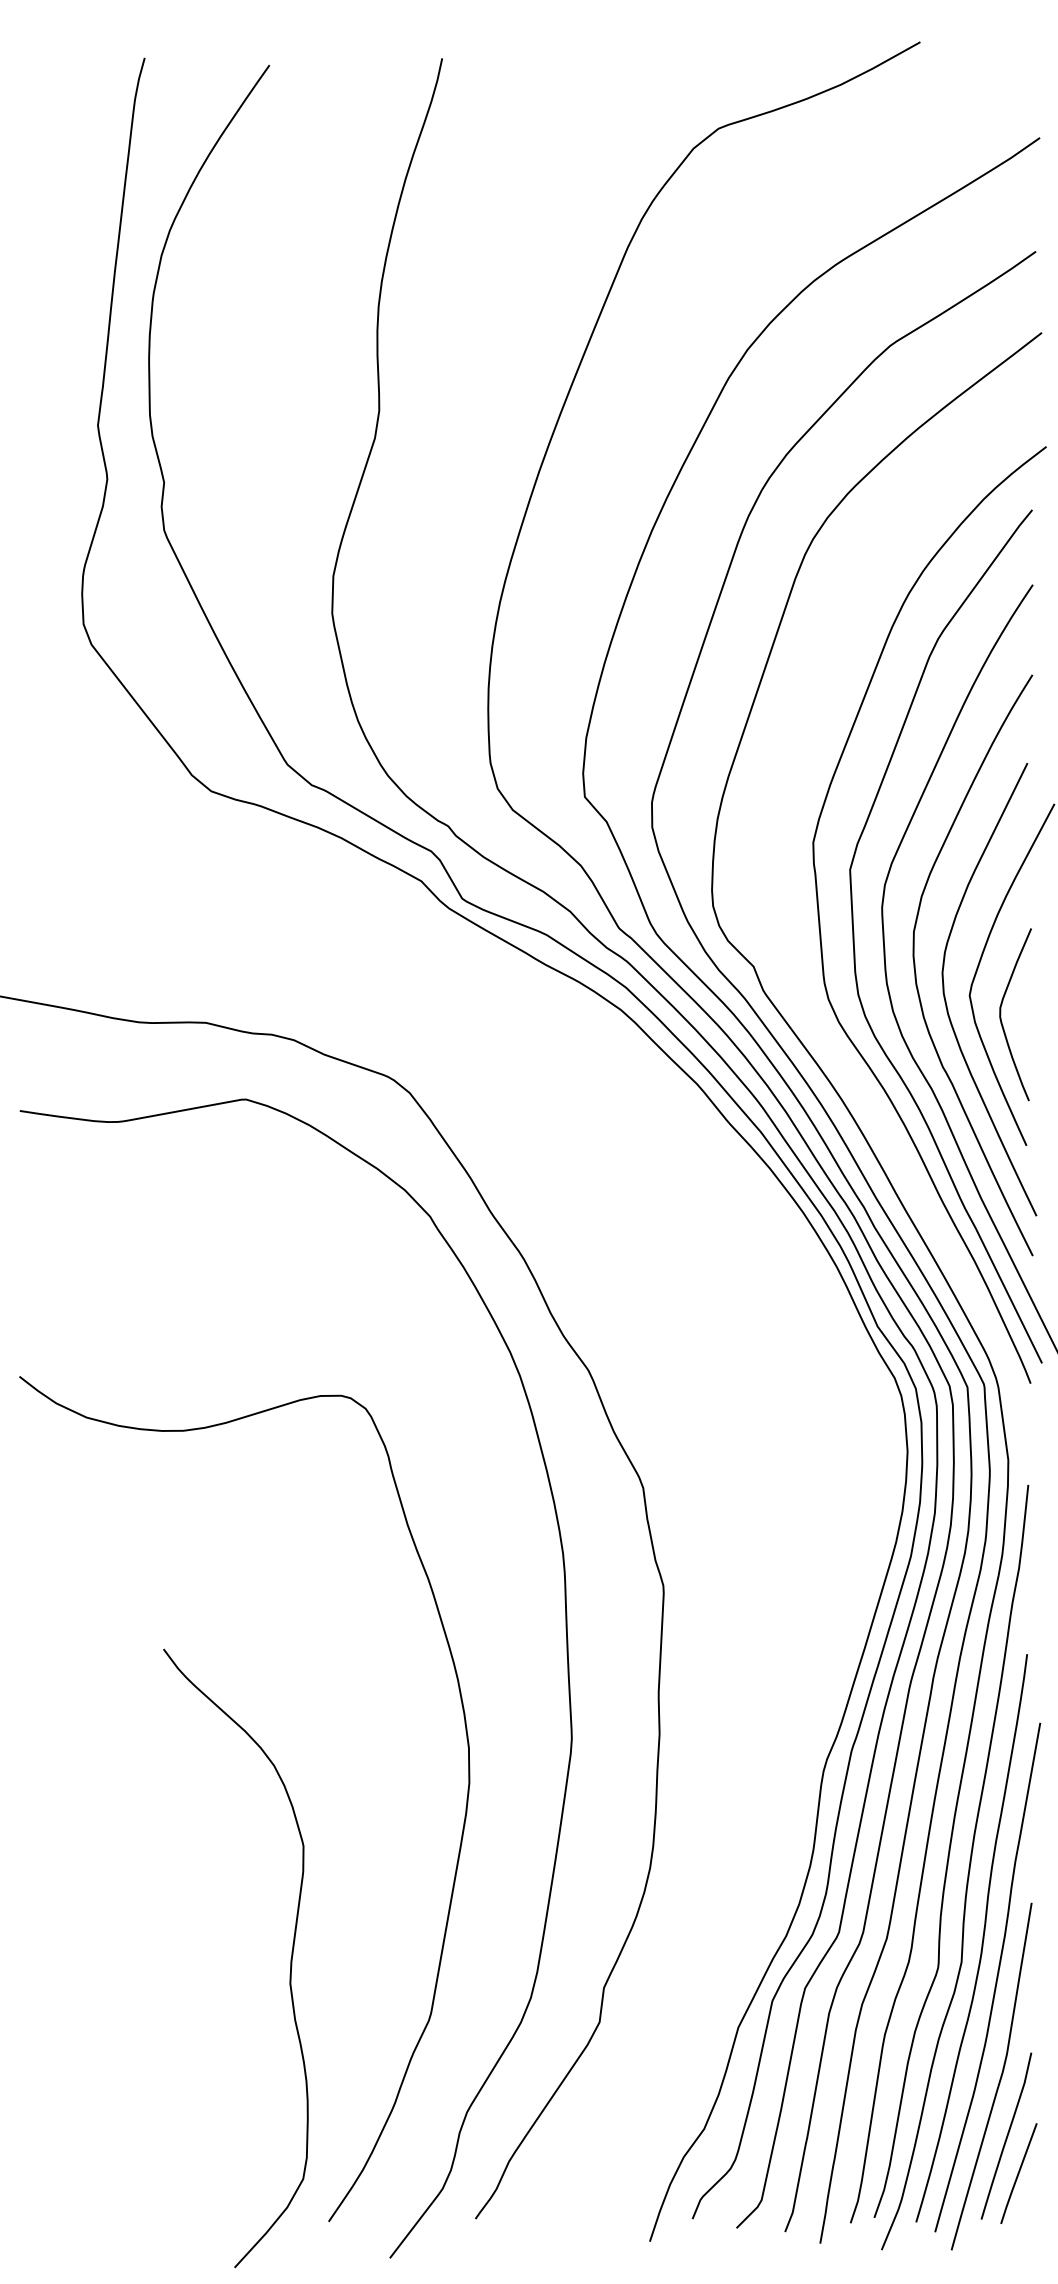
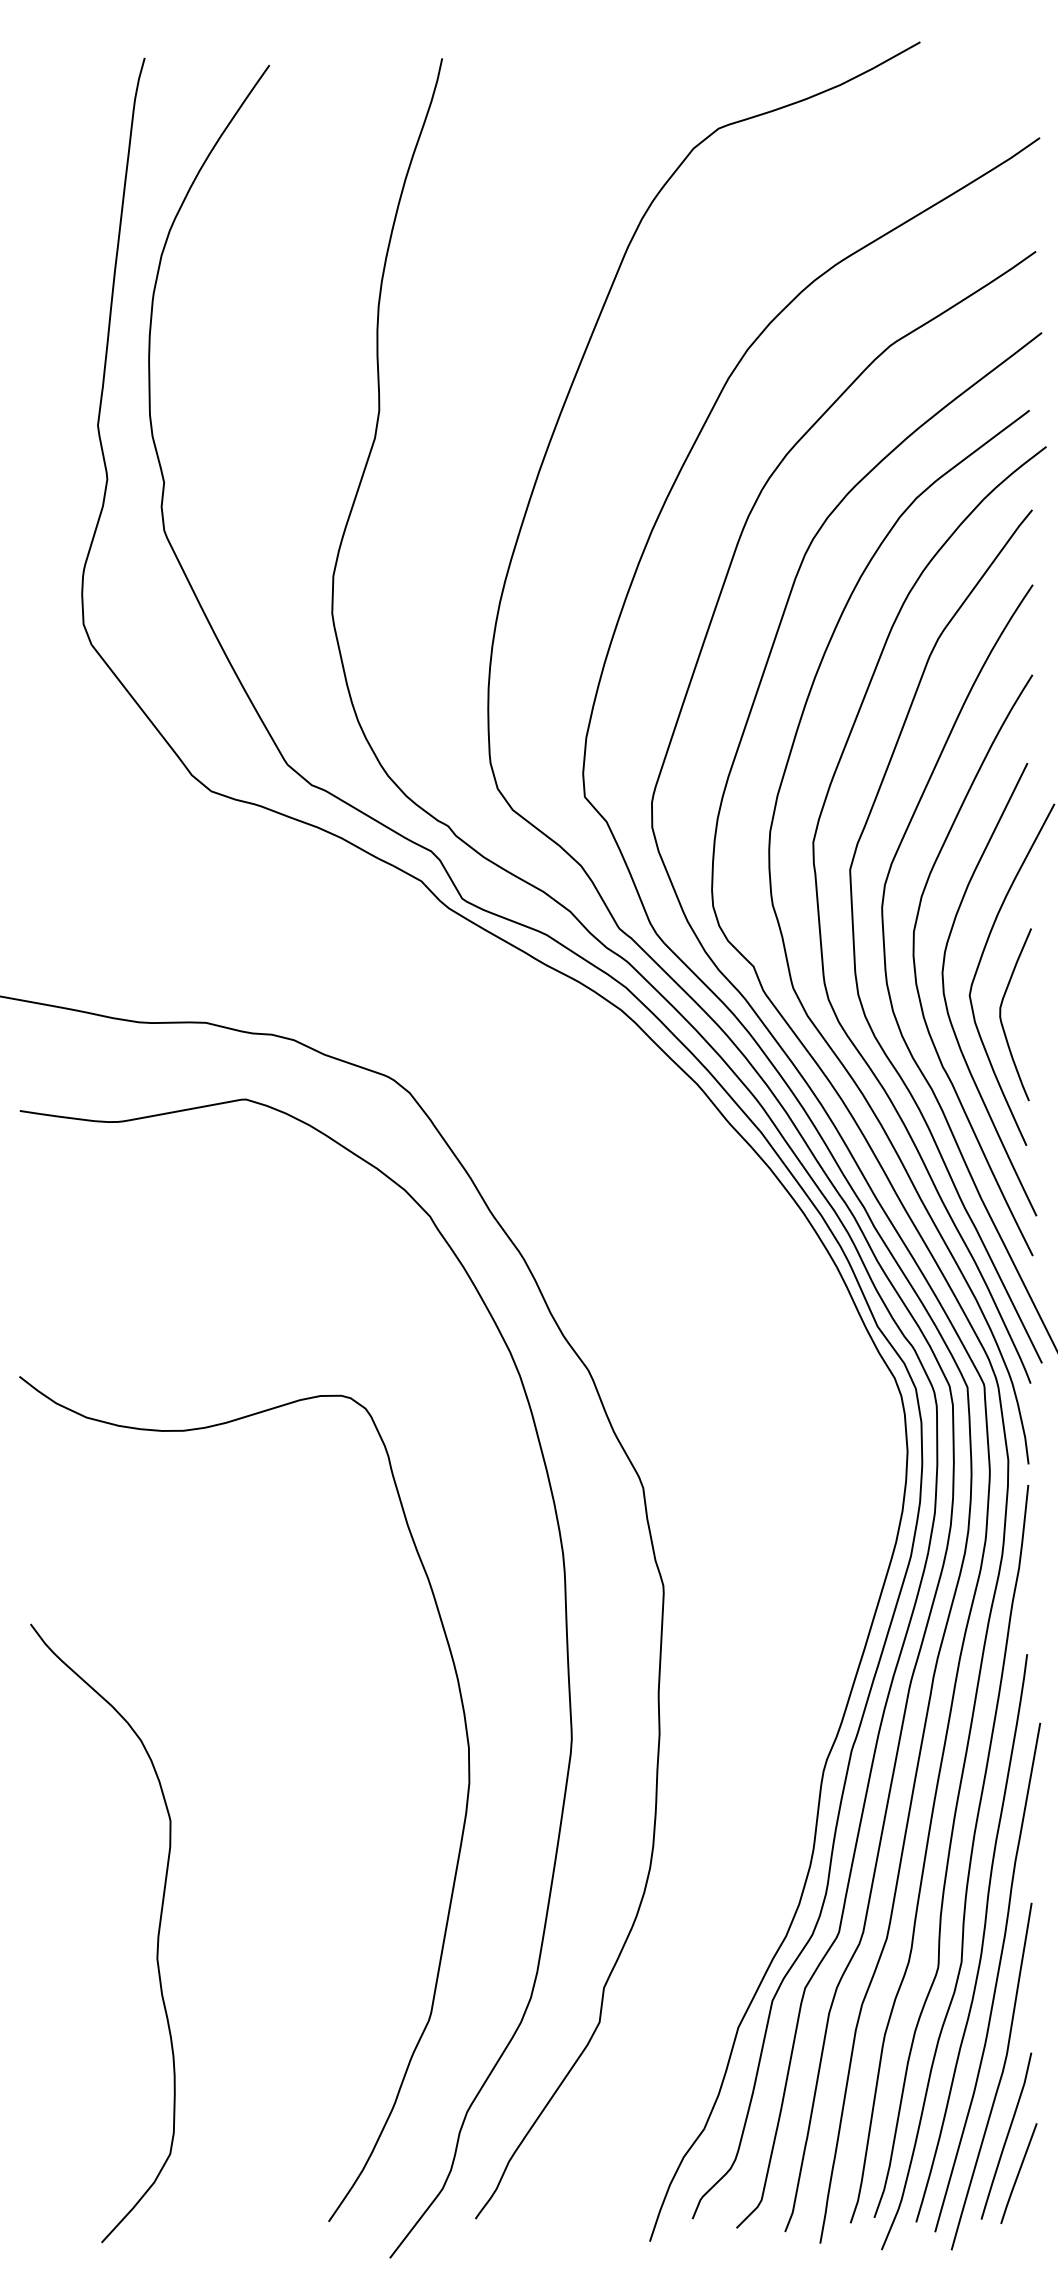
curve at (788, 961): none -> present
curve at (290, 1958) position: (290, 1958) -> (157, 1933)
